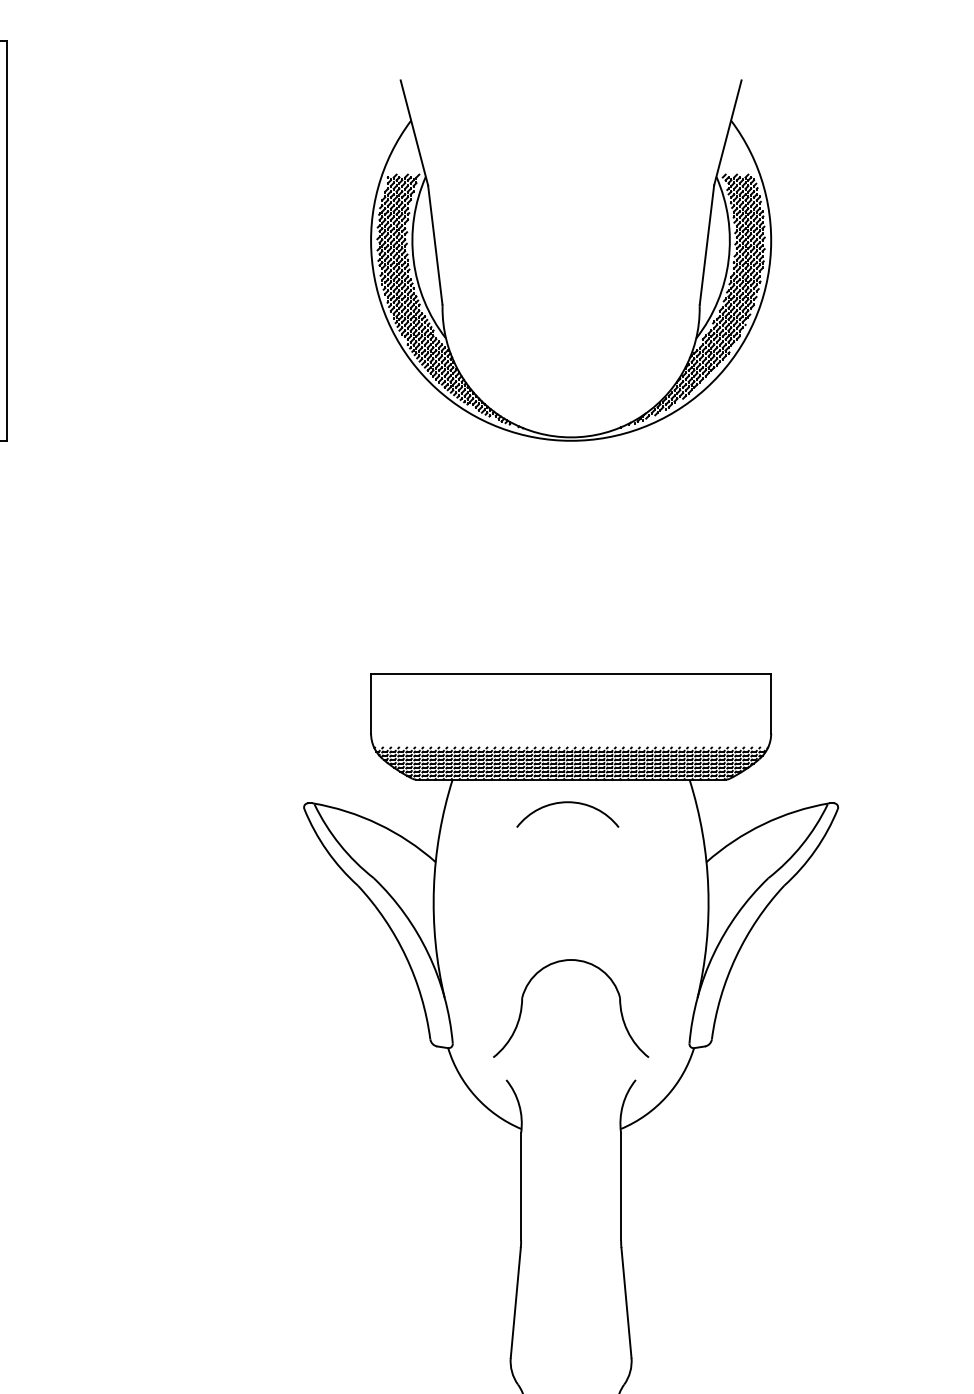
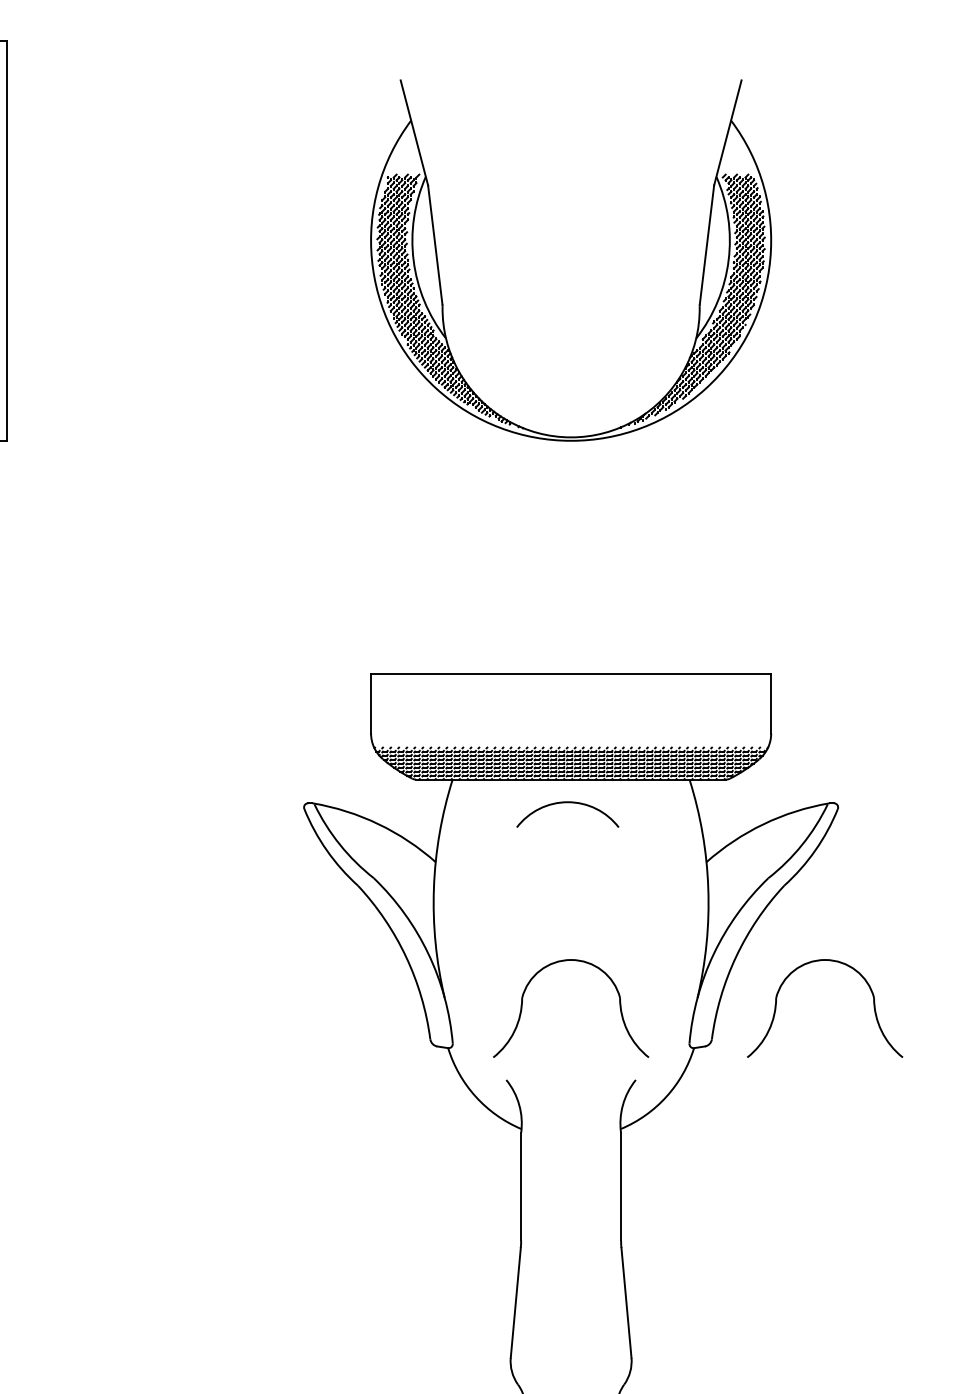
part at (835, 962): none -> present
